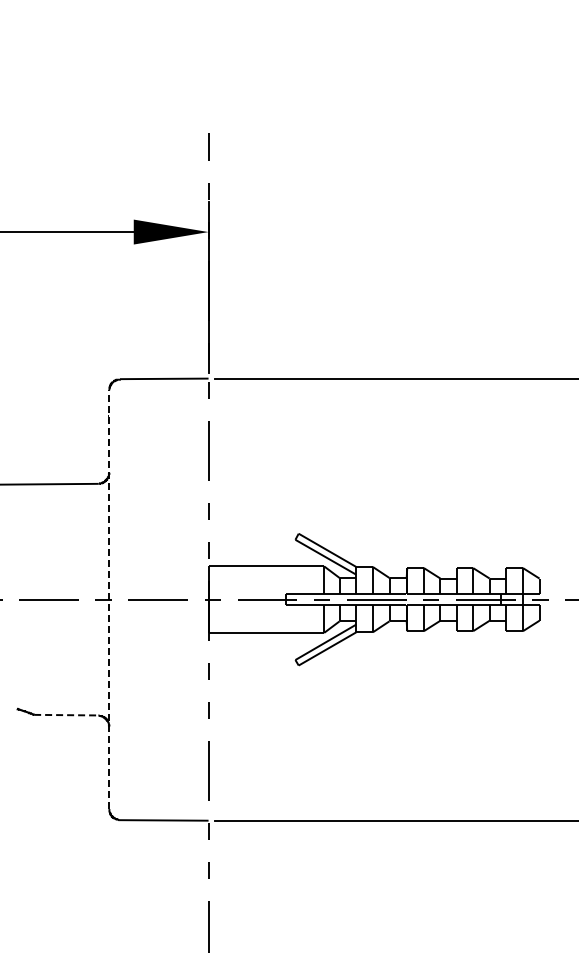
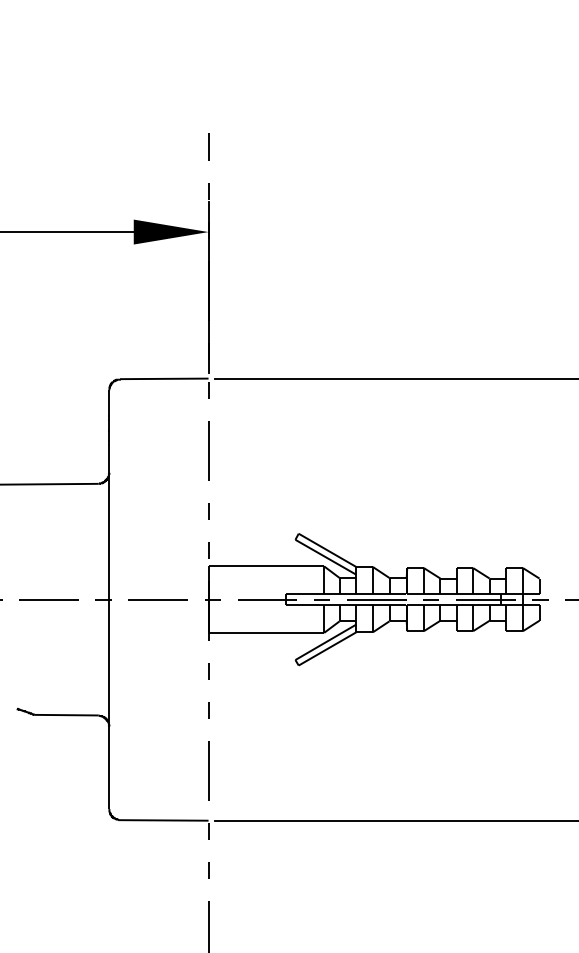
line at (109, 599): dashed -> solid
line at (66, 715): dashed -> solid
